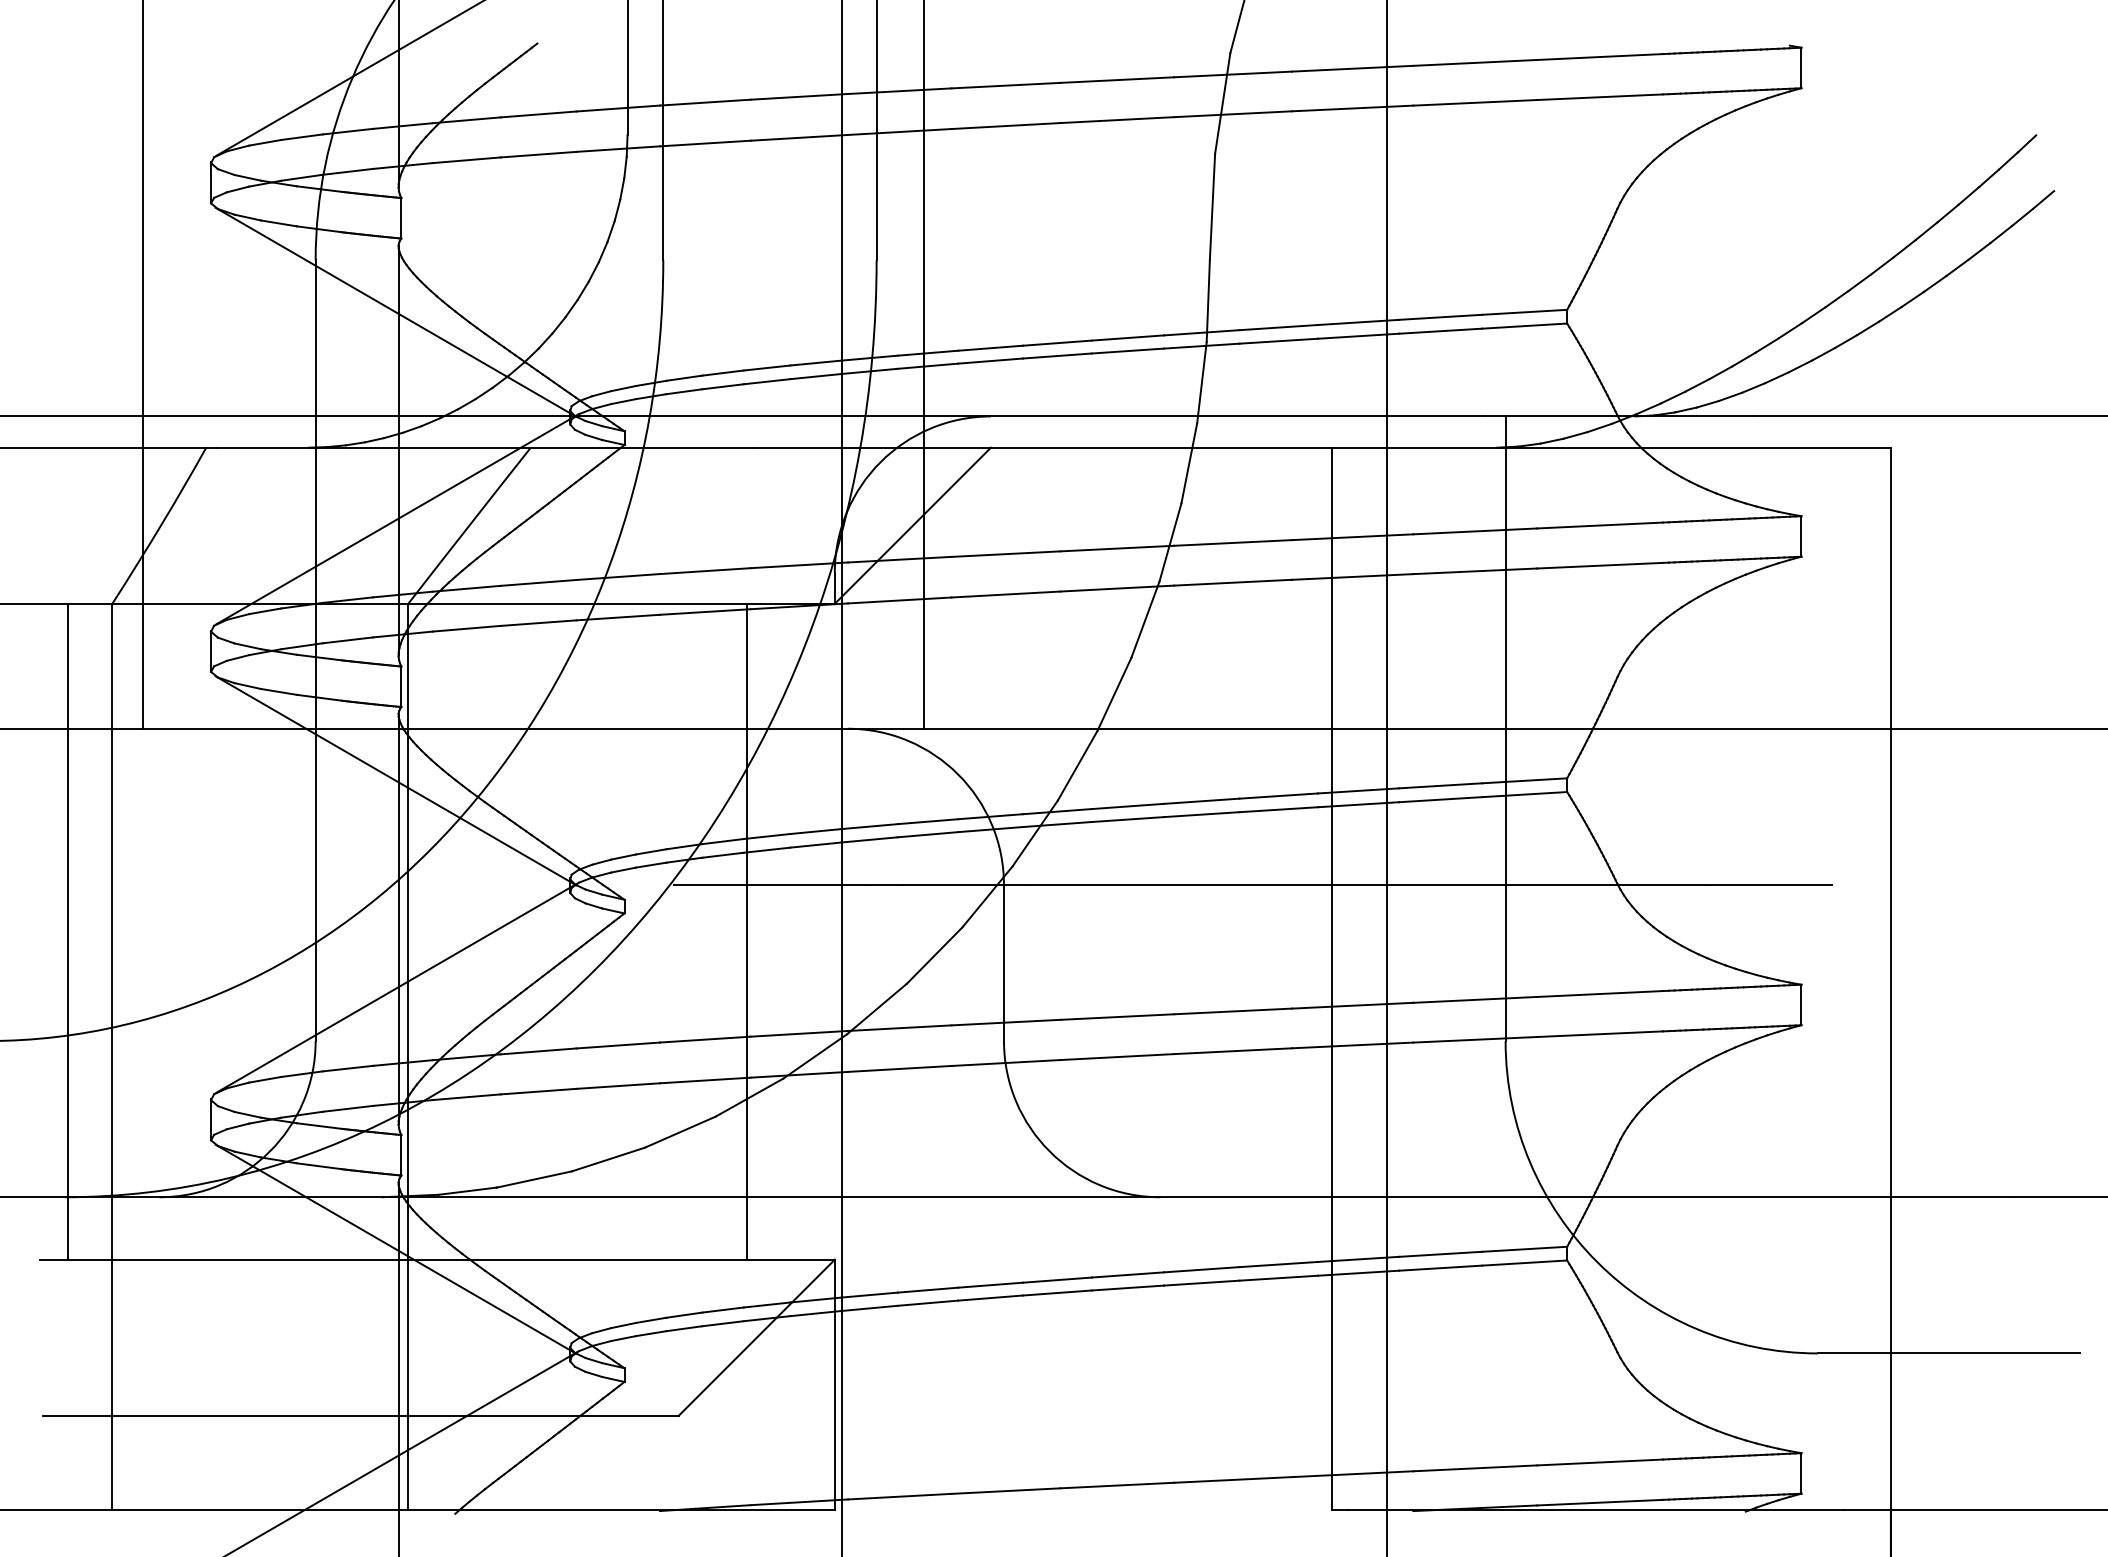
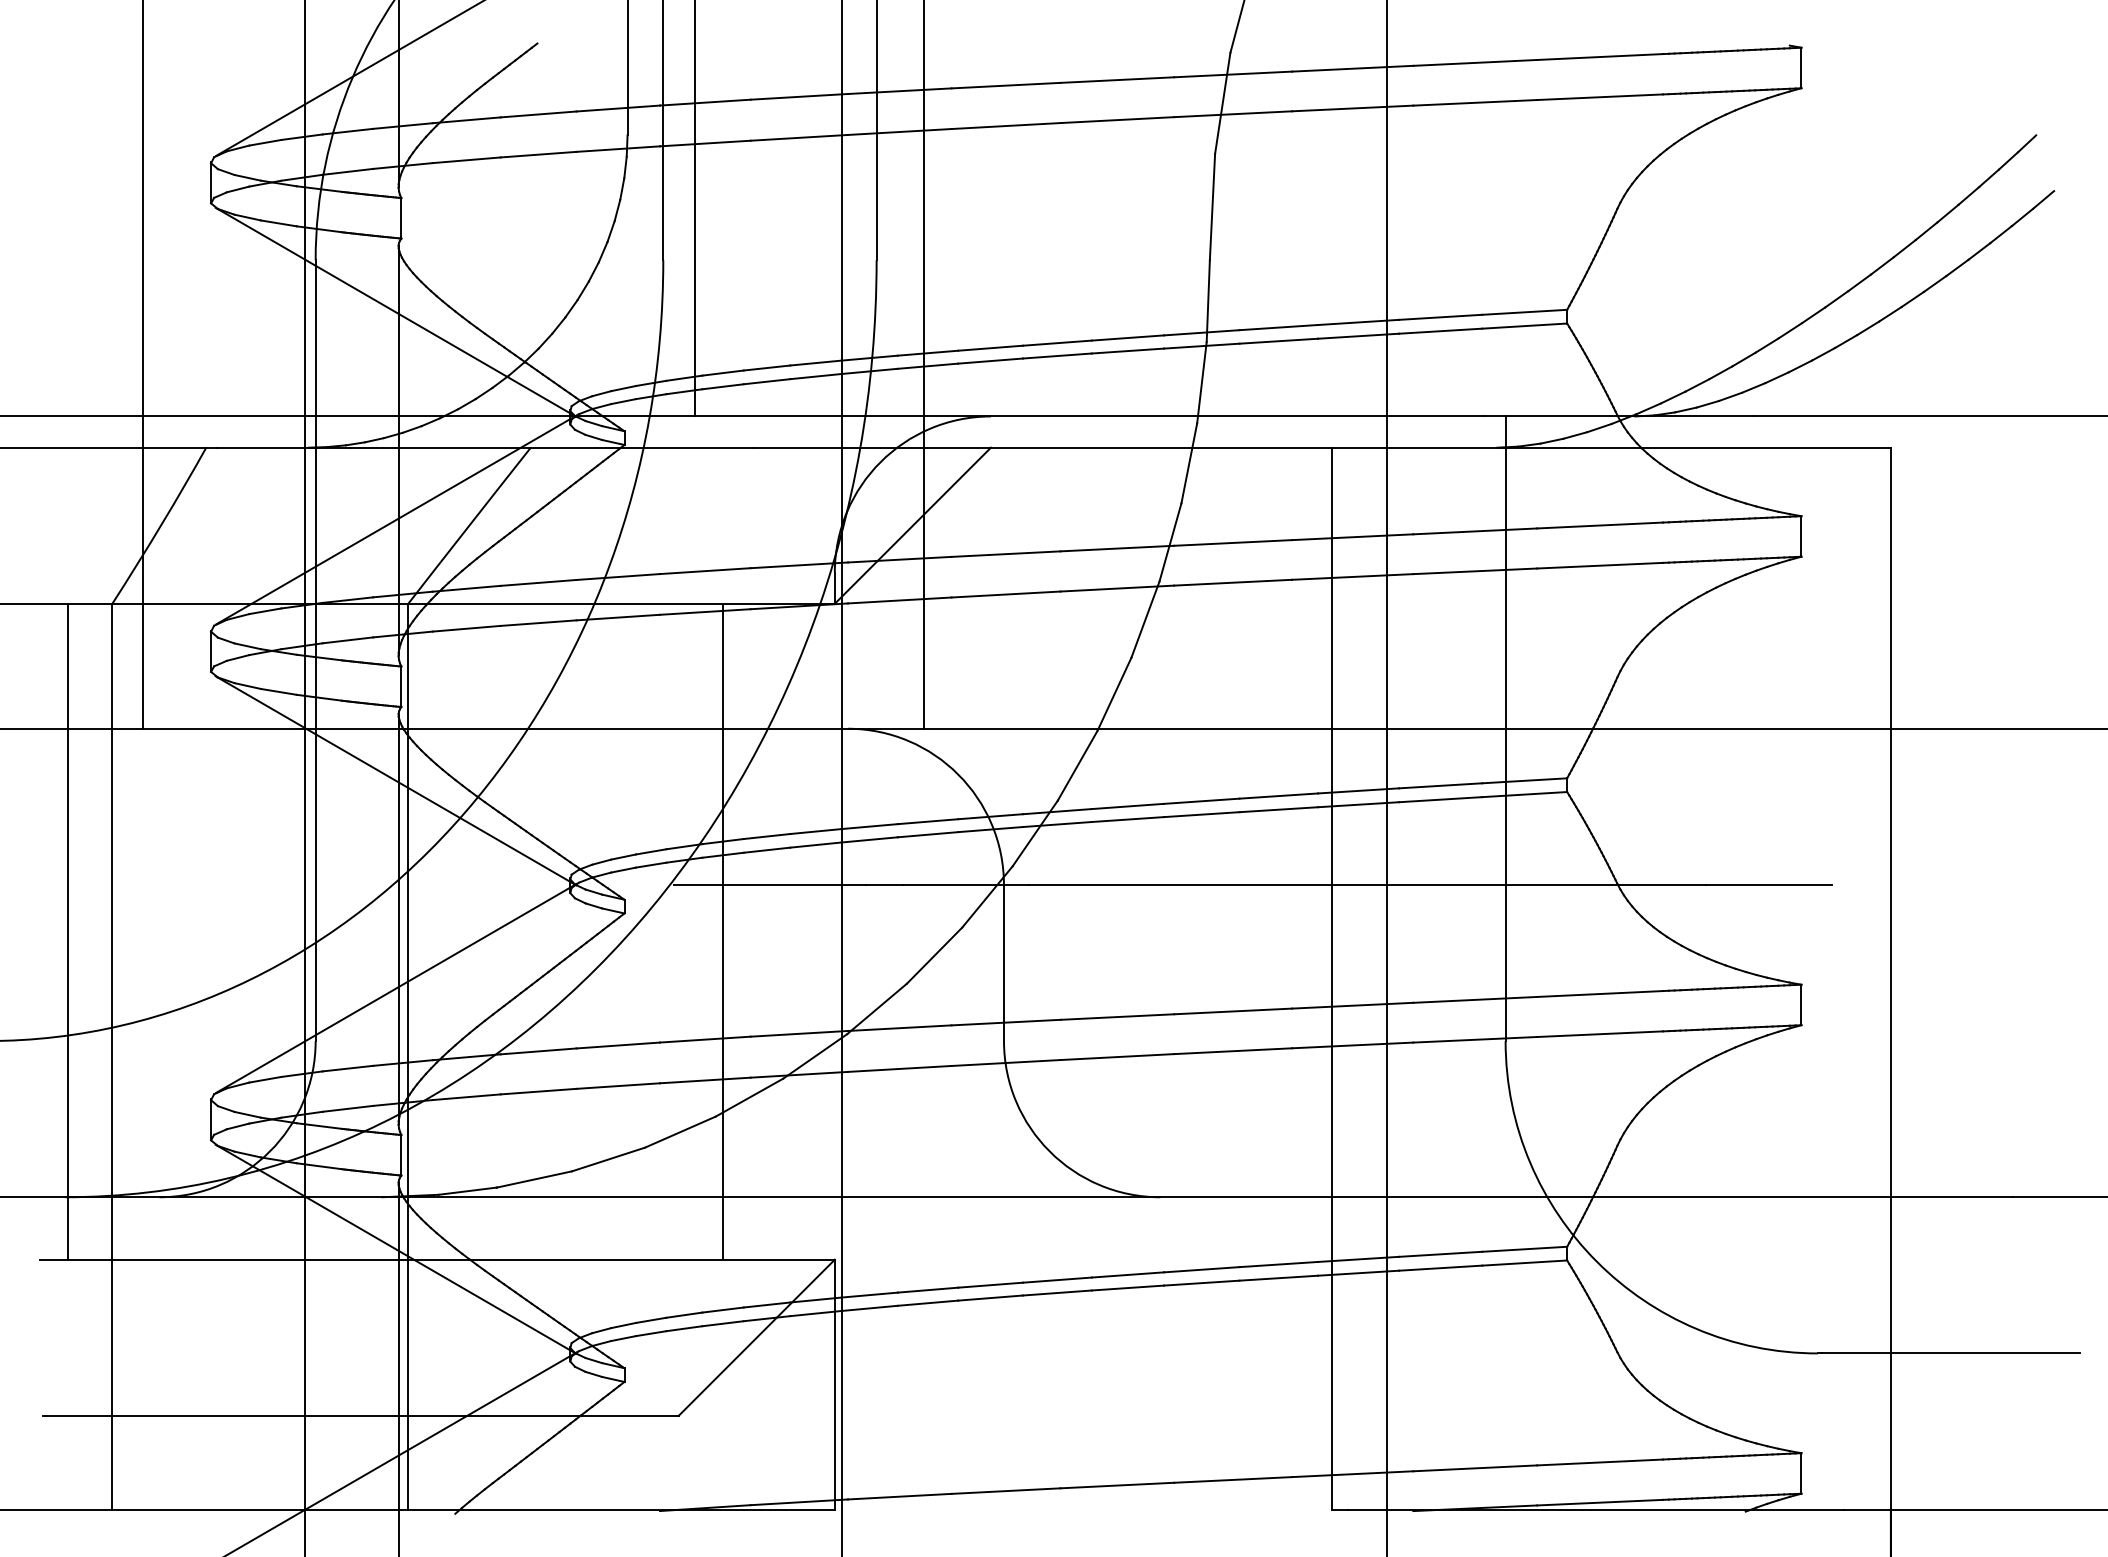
line at (694, 209): none -> present
line at (304, 777): none -> present
line at (747, 931) position: (747, 931) -> (723, 931)
